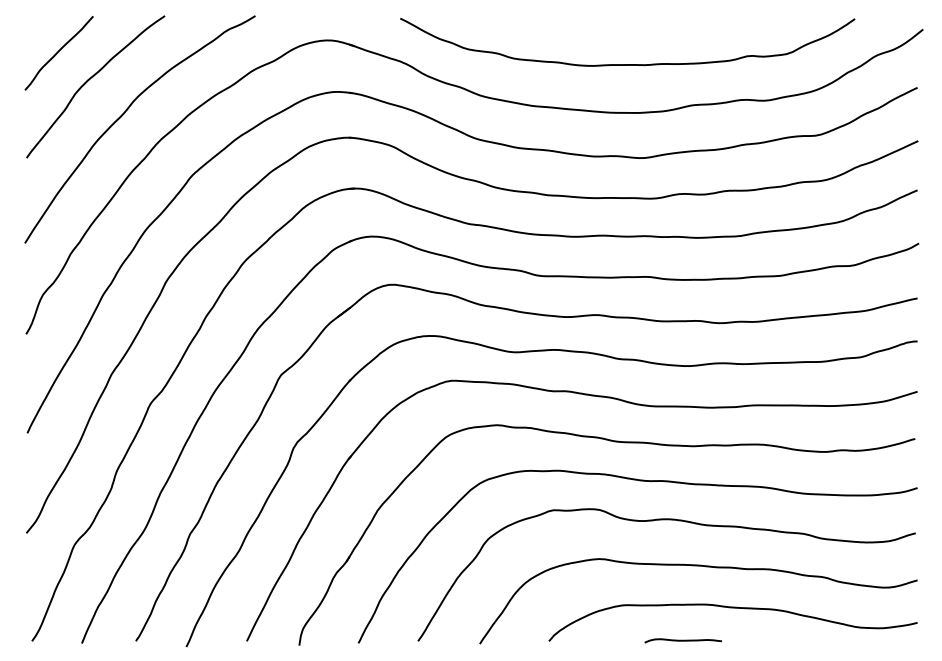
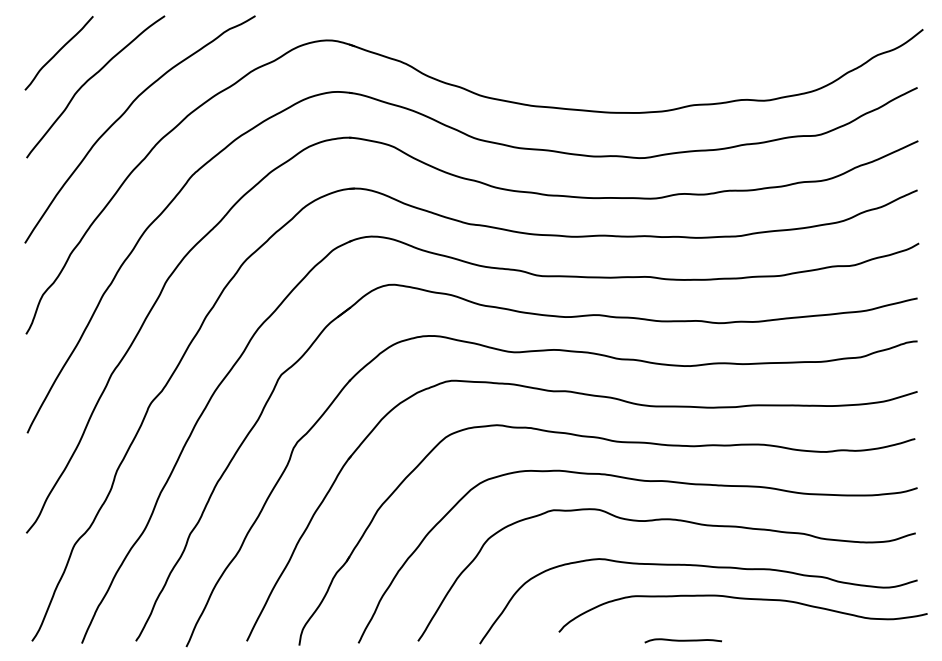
curve at (627, 64): present -> none
curve at (732, 608) position: (732, 608) -> (742, 599)
